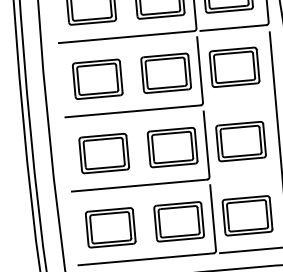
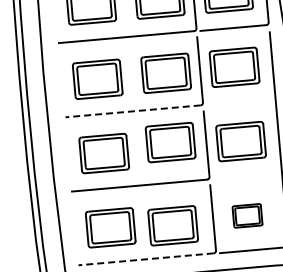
line at (133, 111): solid -> dashed
part at (172, 147) position: (172, 147) -> (170, 142)
part at (247, 215) size: 53x42 px -> 33x26 px
part at (178, 221) position: (178, 221) -> (172, 225)
line at (146, 259): solid -> dashed
